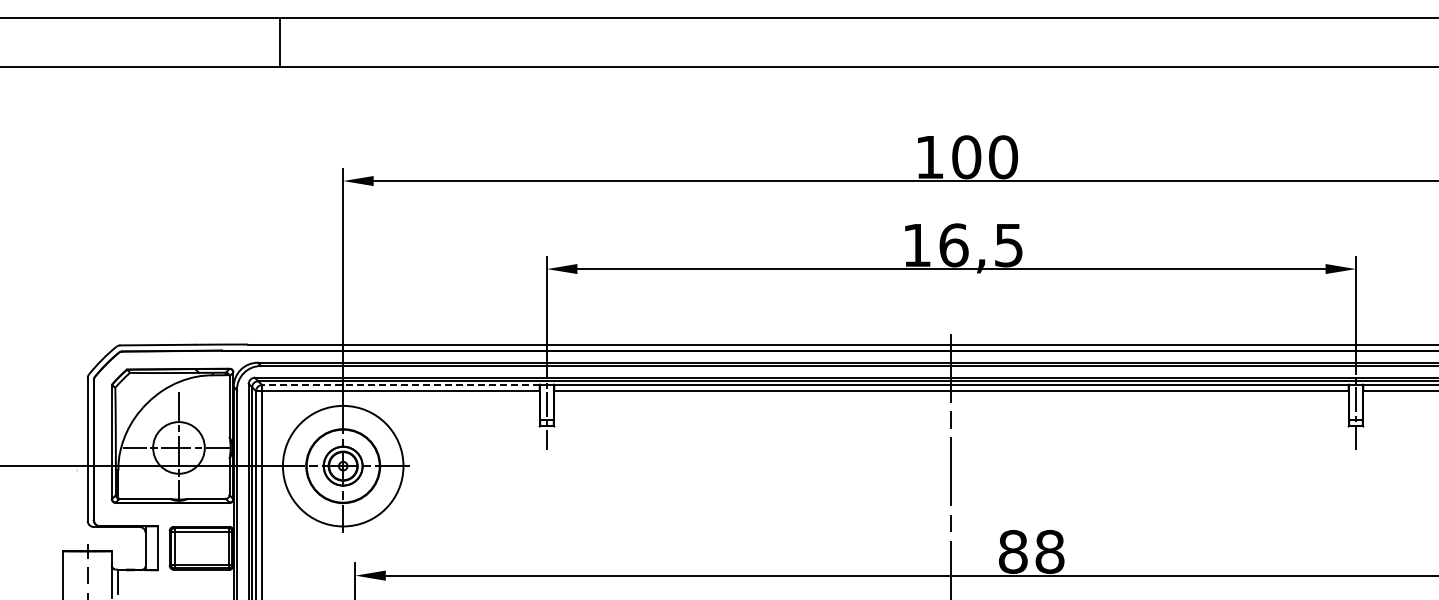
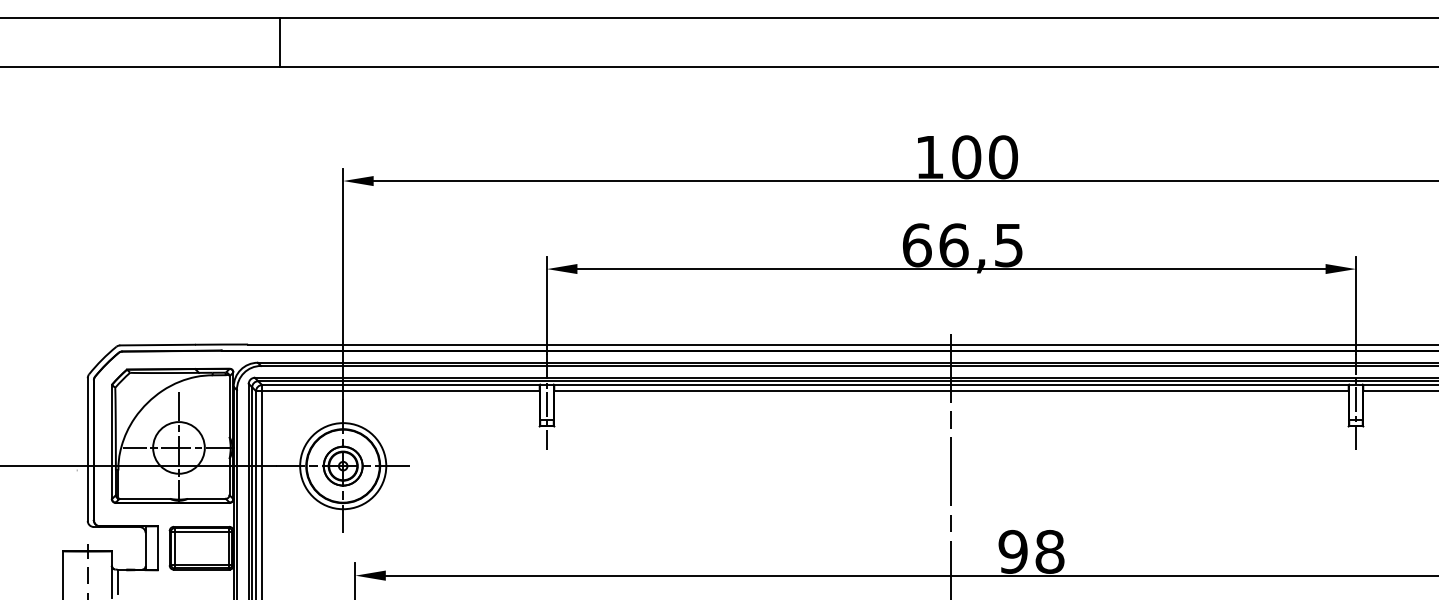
text at (917, 245): 16,5 -> 66,5
line at (400, 385): dashed -> solid
circle at (342, 465) diameter: 121 px -> 86 px
text at (1012, 551): 88 -> 98
